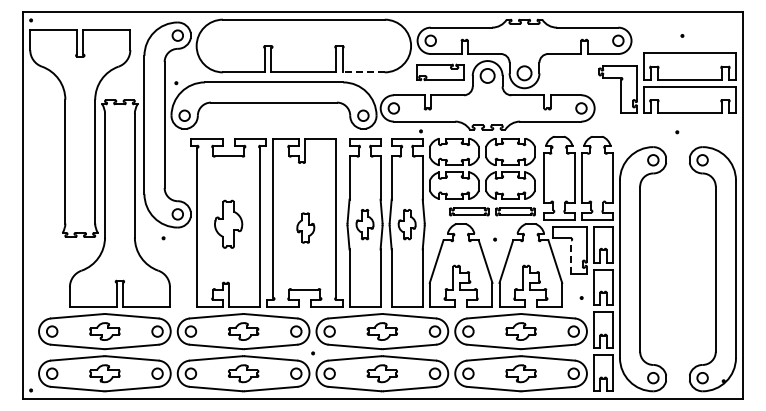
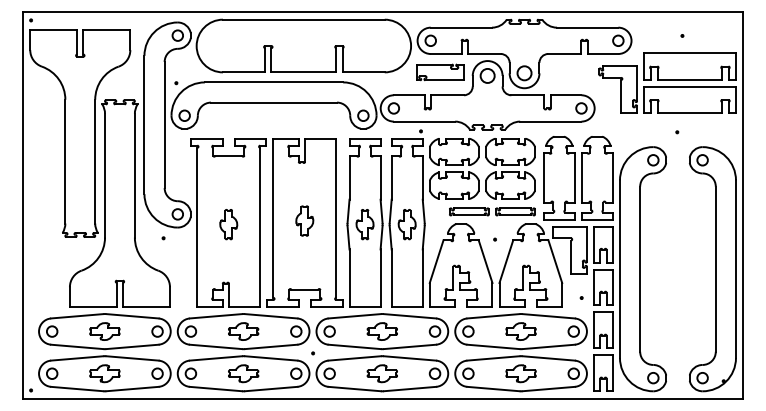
line at (363, 72): dashed -> solid
part at (228, 223) size: 30x50 px -> 20x32 px
part at (305, 227) position: (305, 227) -> (304, 220)
line at (571, 257): dashed -> solid
